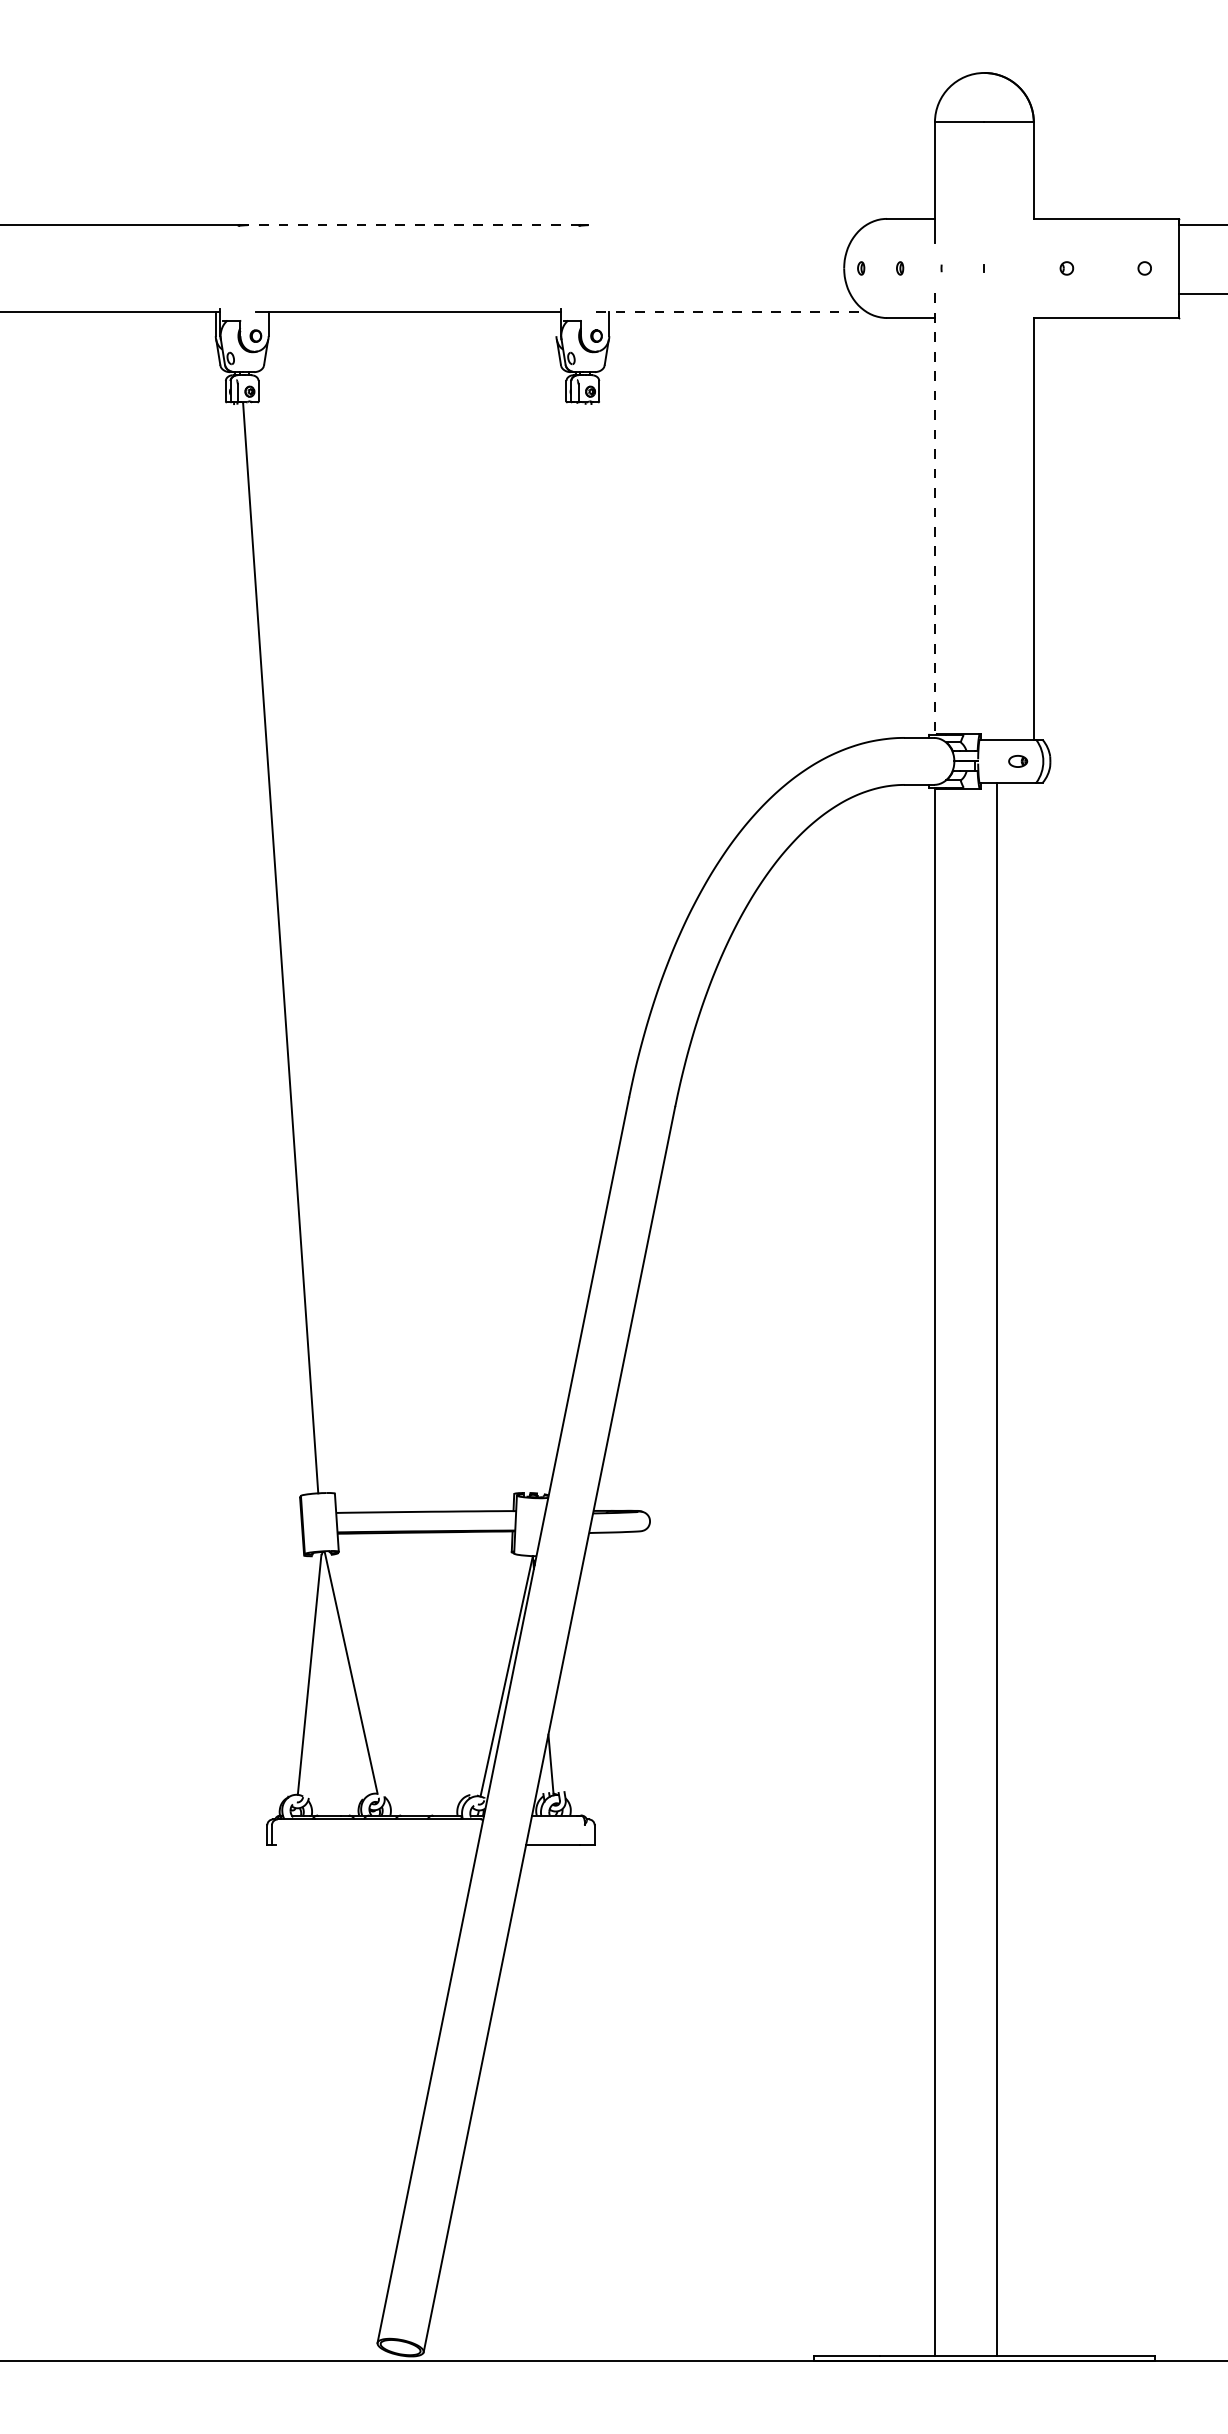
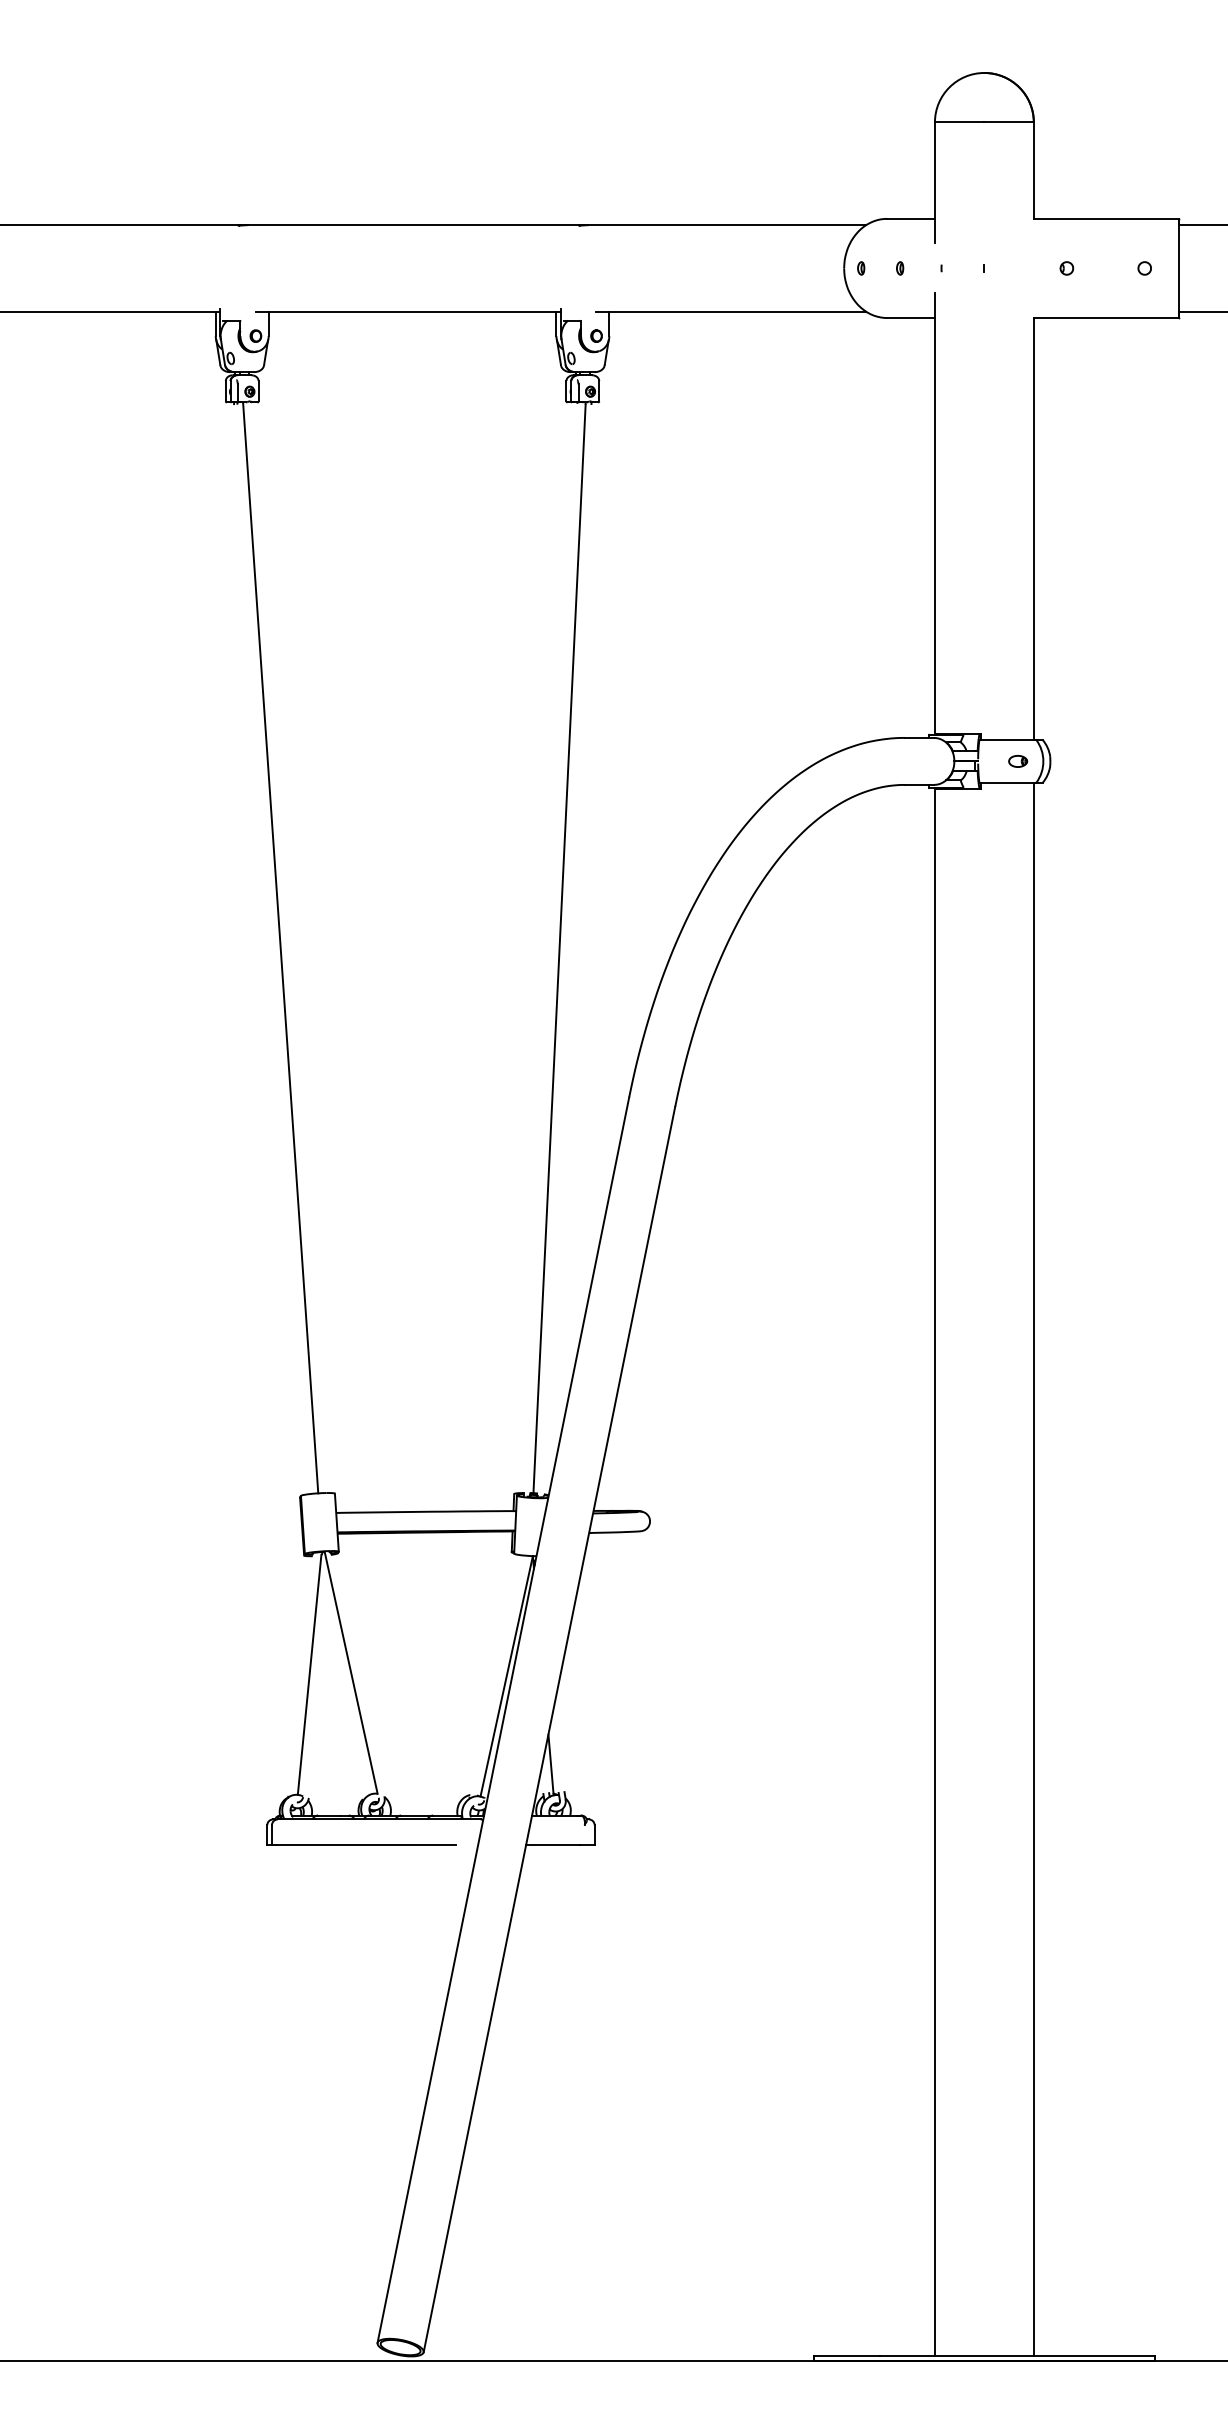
line at (413, 225): dashed -> solid
line at (727, 225): none -> present
line at (1201, 293) position: (1201, 293) -> (1201, 311)
line at (731, 311): dashed -> solid
line at (556, 323): none -> present
line at (934, 514): dashed -> solid
line at (559, 949): none -> present
line at (996, 1569) position: (996, 1569) -> (1033, 1569)
line at (365, 1844): none -> present
